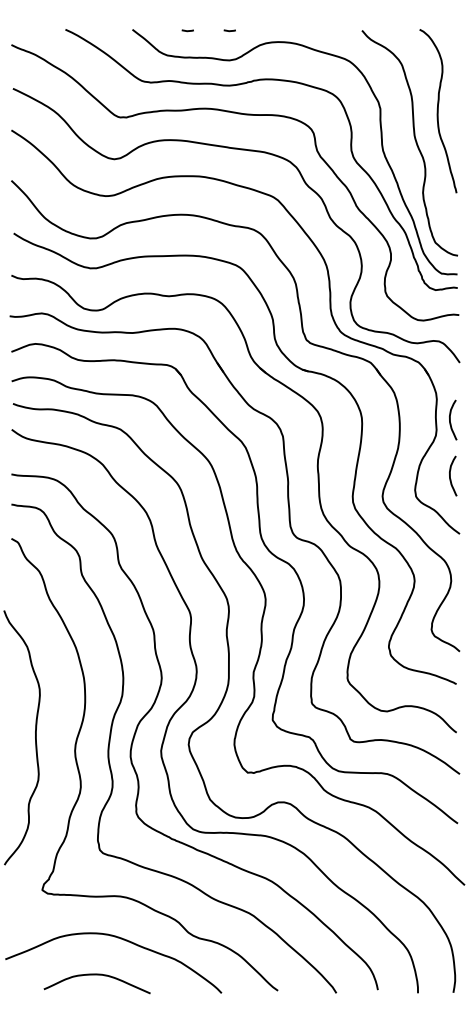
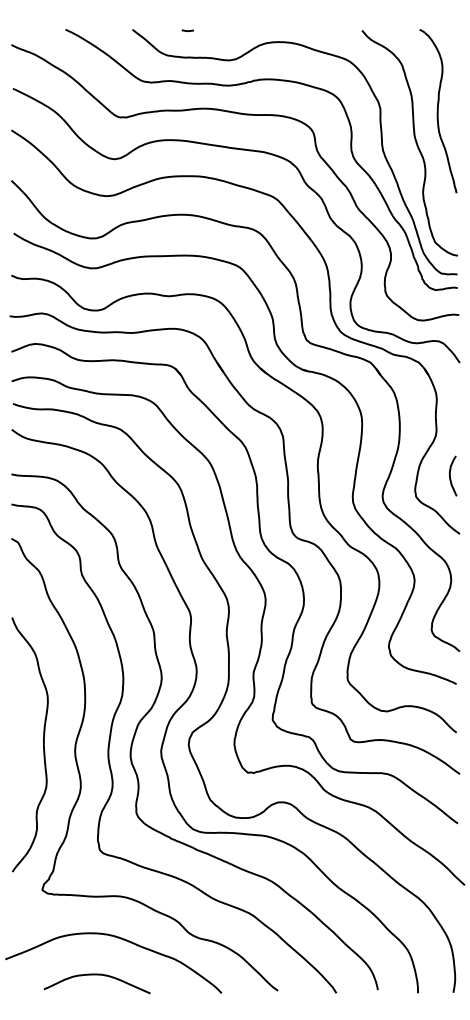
line at (229, 30): present -> none
curve at (450, 419): present -> none
curve at (35, 737) position: (35, 737) -> (43, 744)
